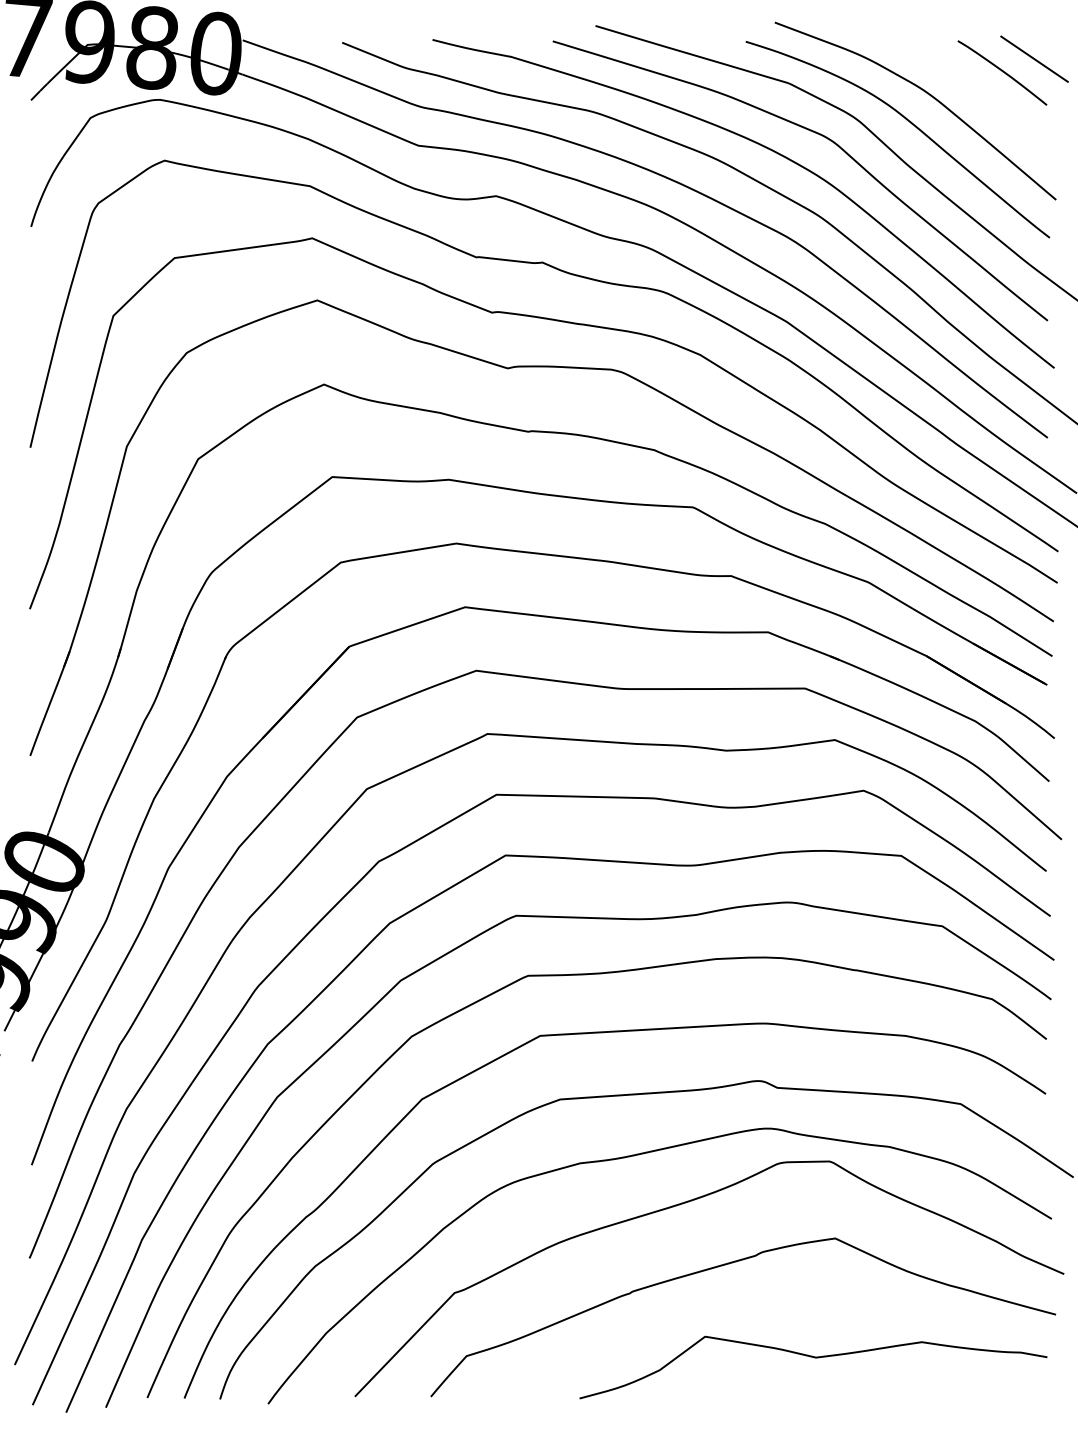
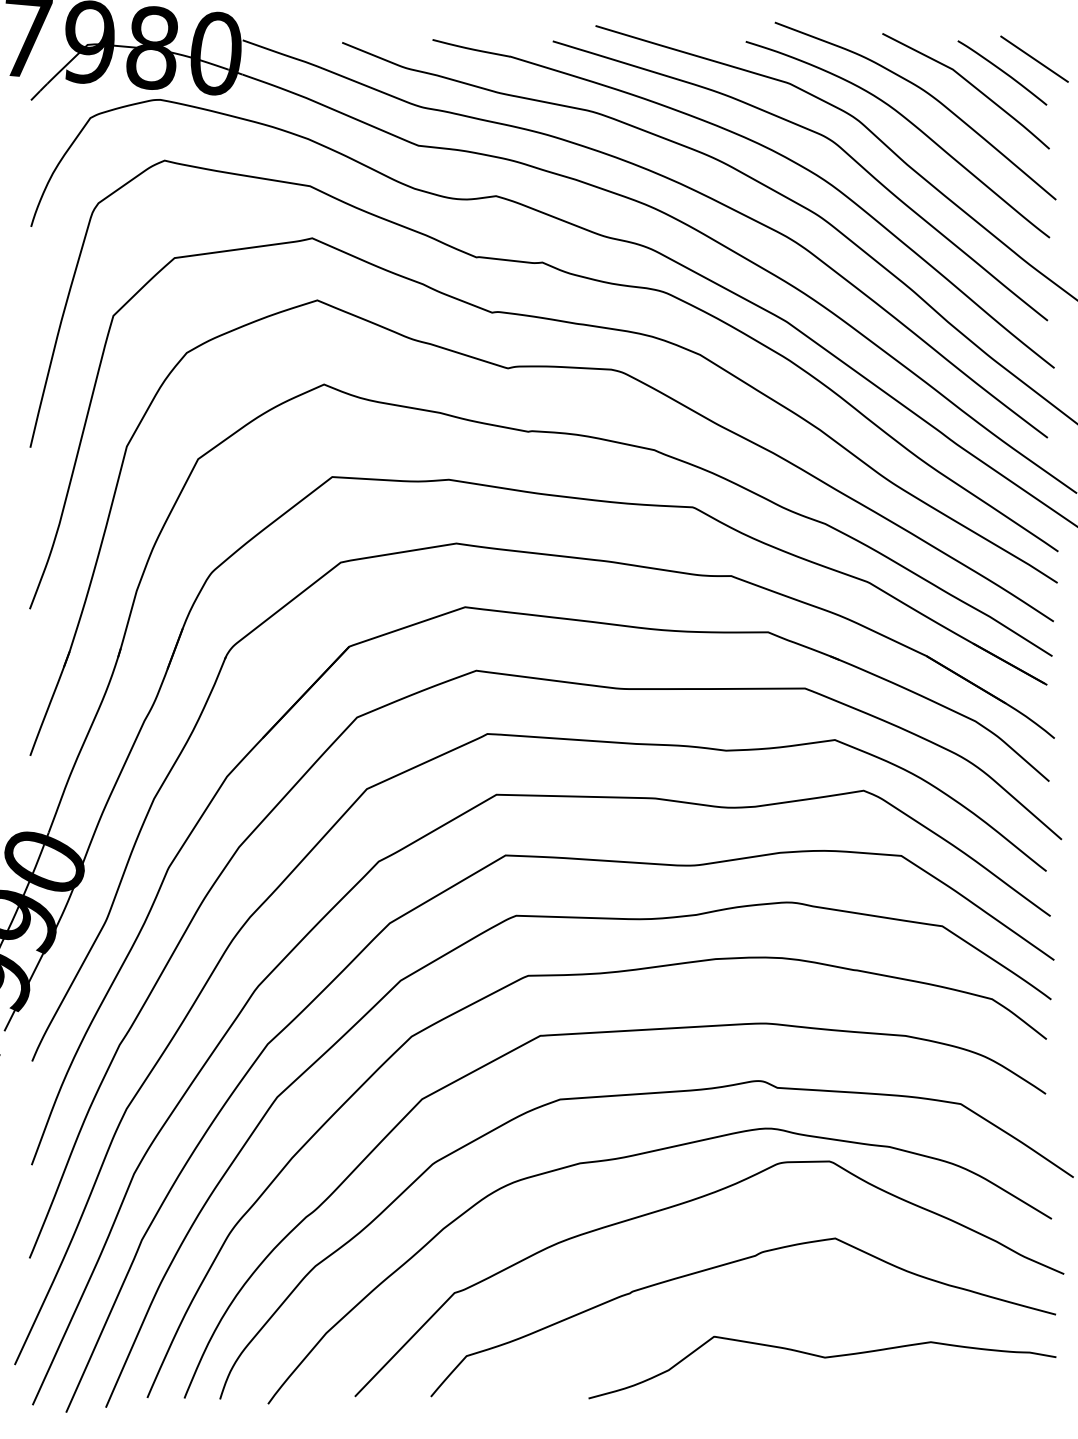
curve at (969, 84): none -> present
curve at (814, 1358) position: (814, 1358) -> (823, 1358)
